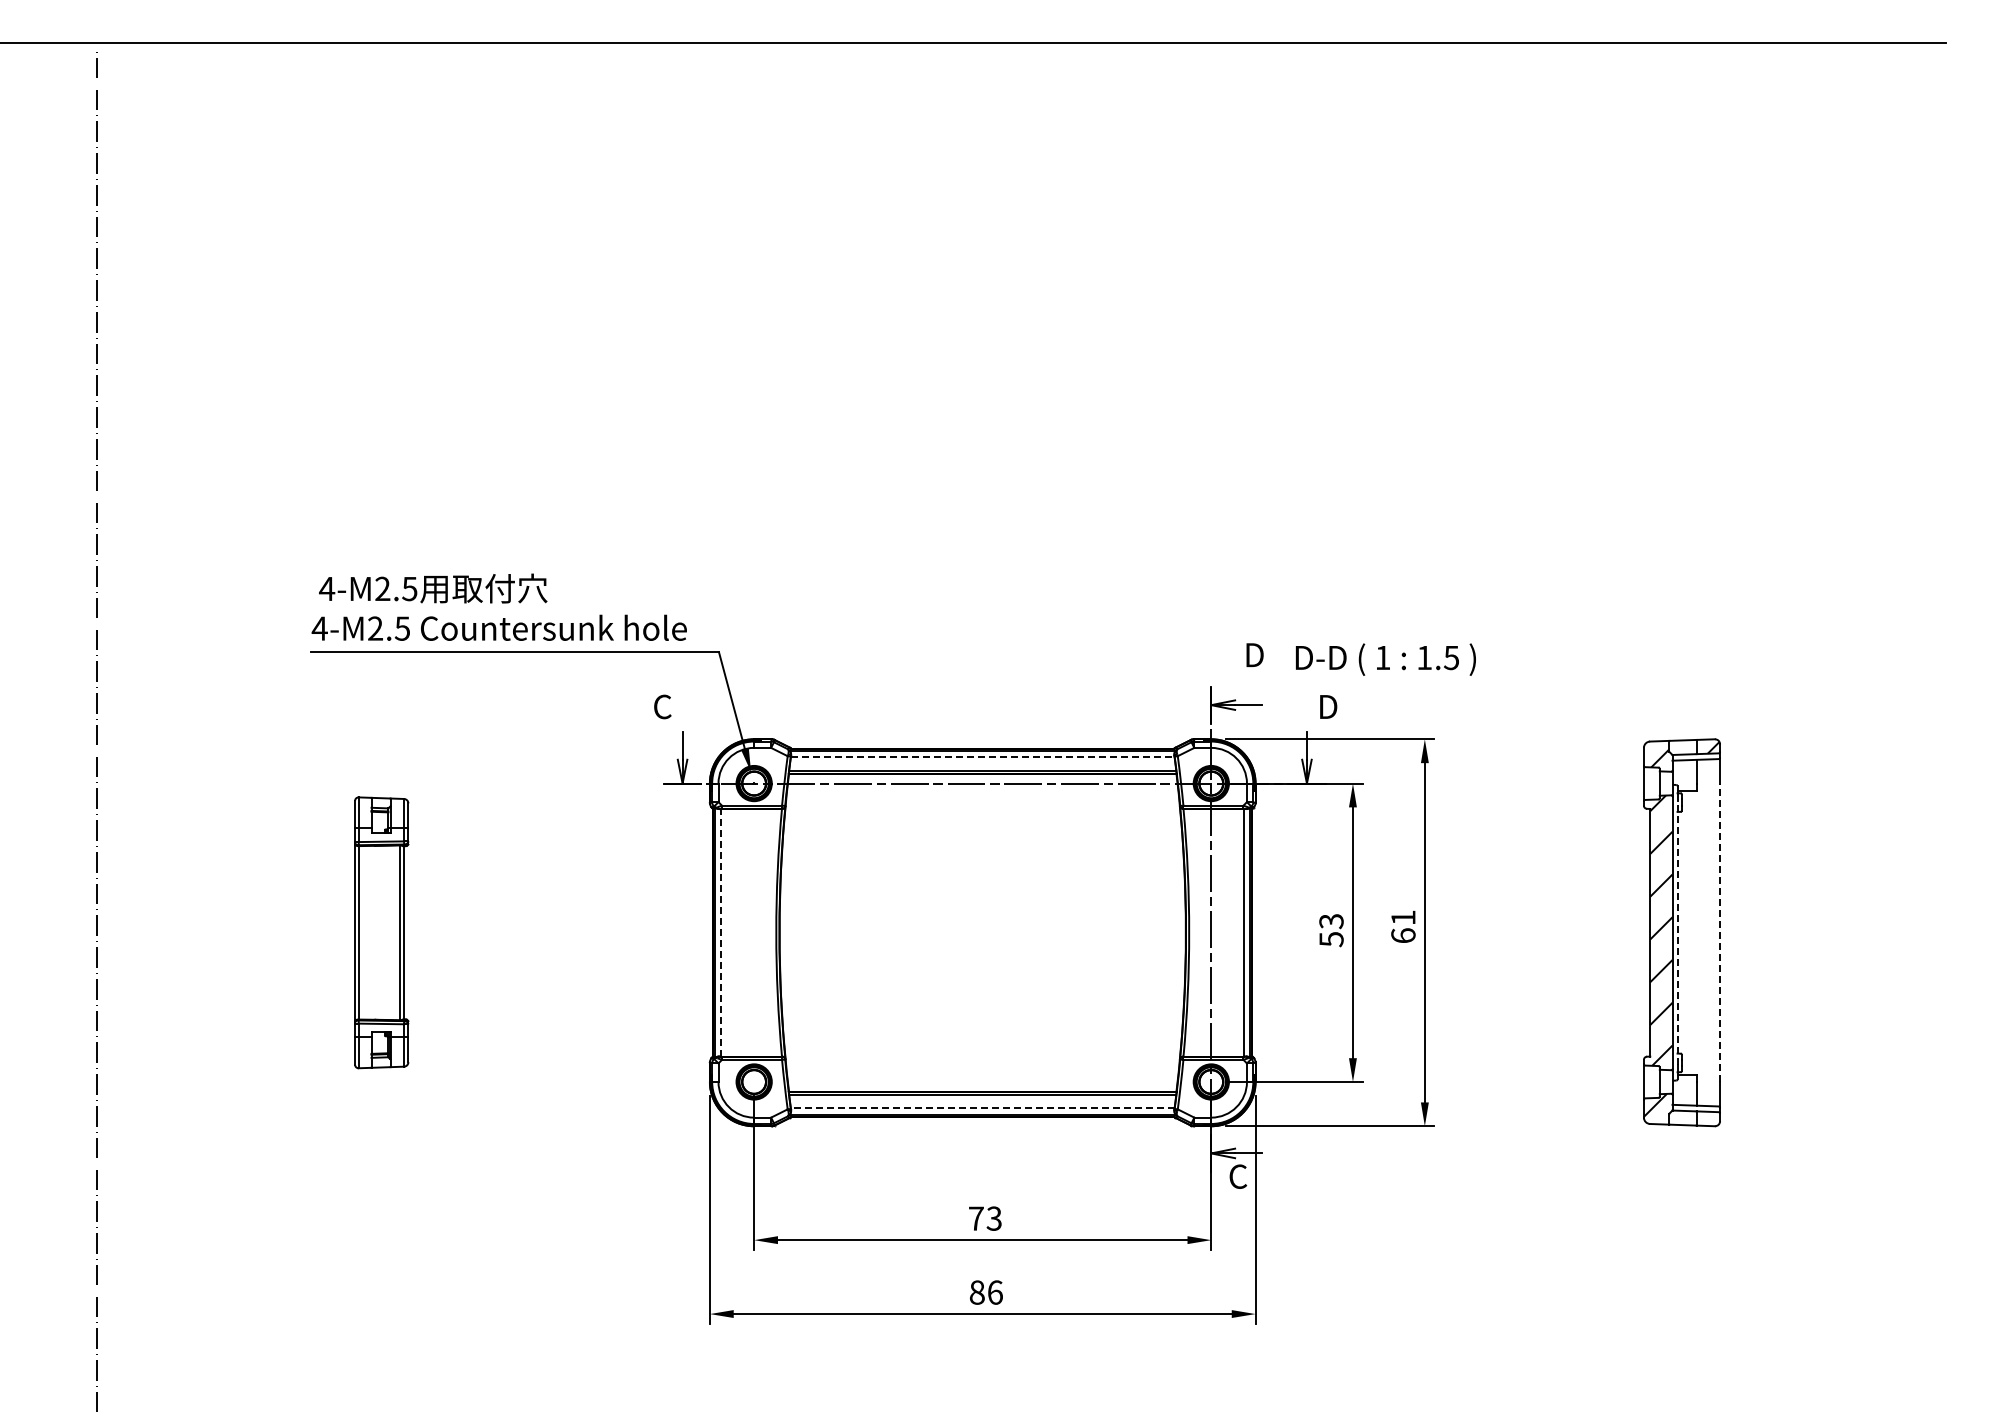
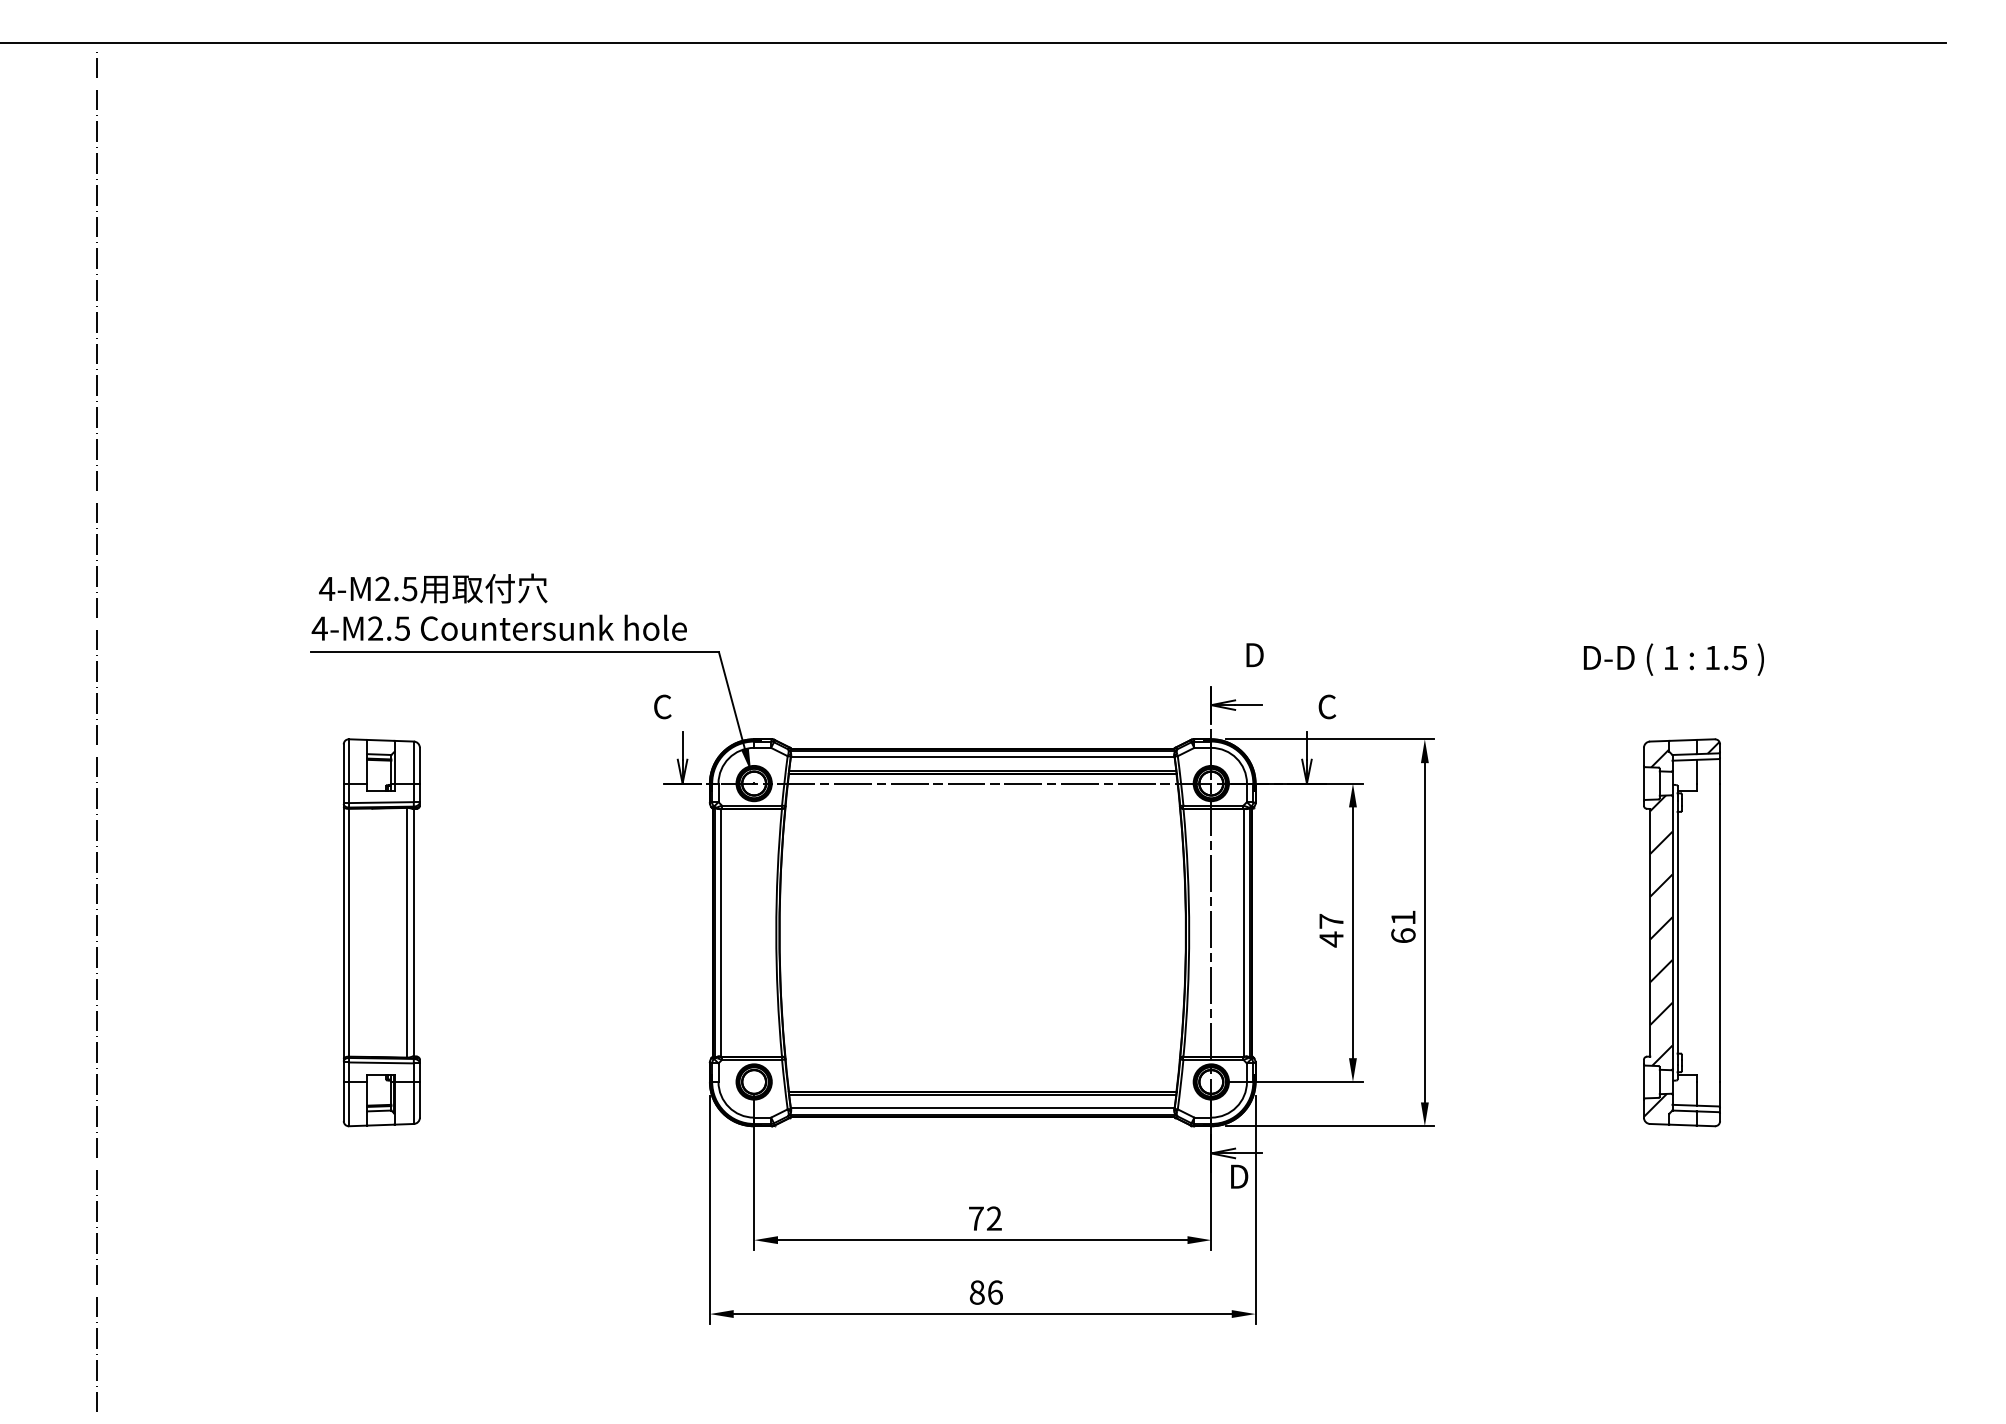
text at (1385, 659) position: (1385, 659) -> (1673, 659)
text at (1327, 706): D -> C
line at (982, 757): dashed -> solid
text at (1331, 930): 53 -> 47
part at (381, 932) size: 56x274 px -> 79x390 px
line at (721, 932): dashed -> solid
line at (1677, 932): dashed -> solid
line at (1720, 932): dashed -> solid
line at (982, 1108): dashed -> solid
text at (1238, 1176): C -> D
text at (993, 1218): 73 -> 72
